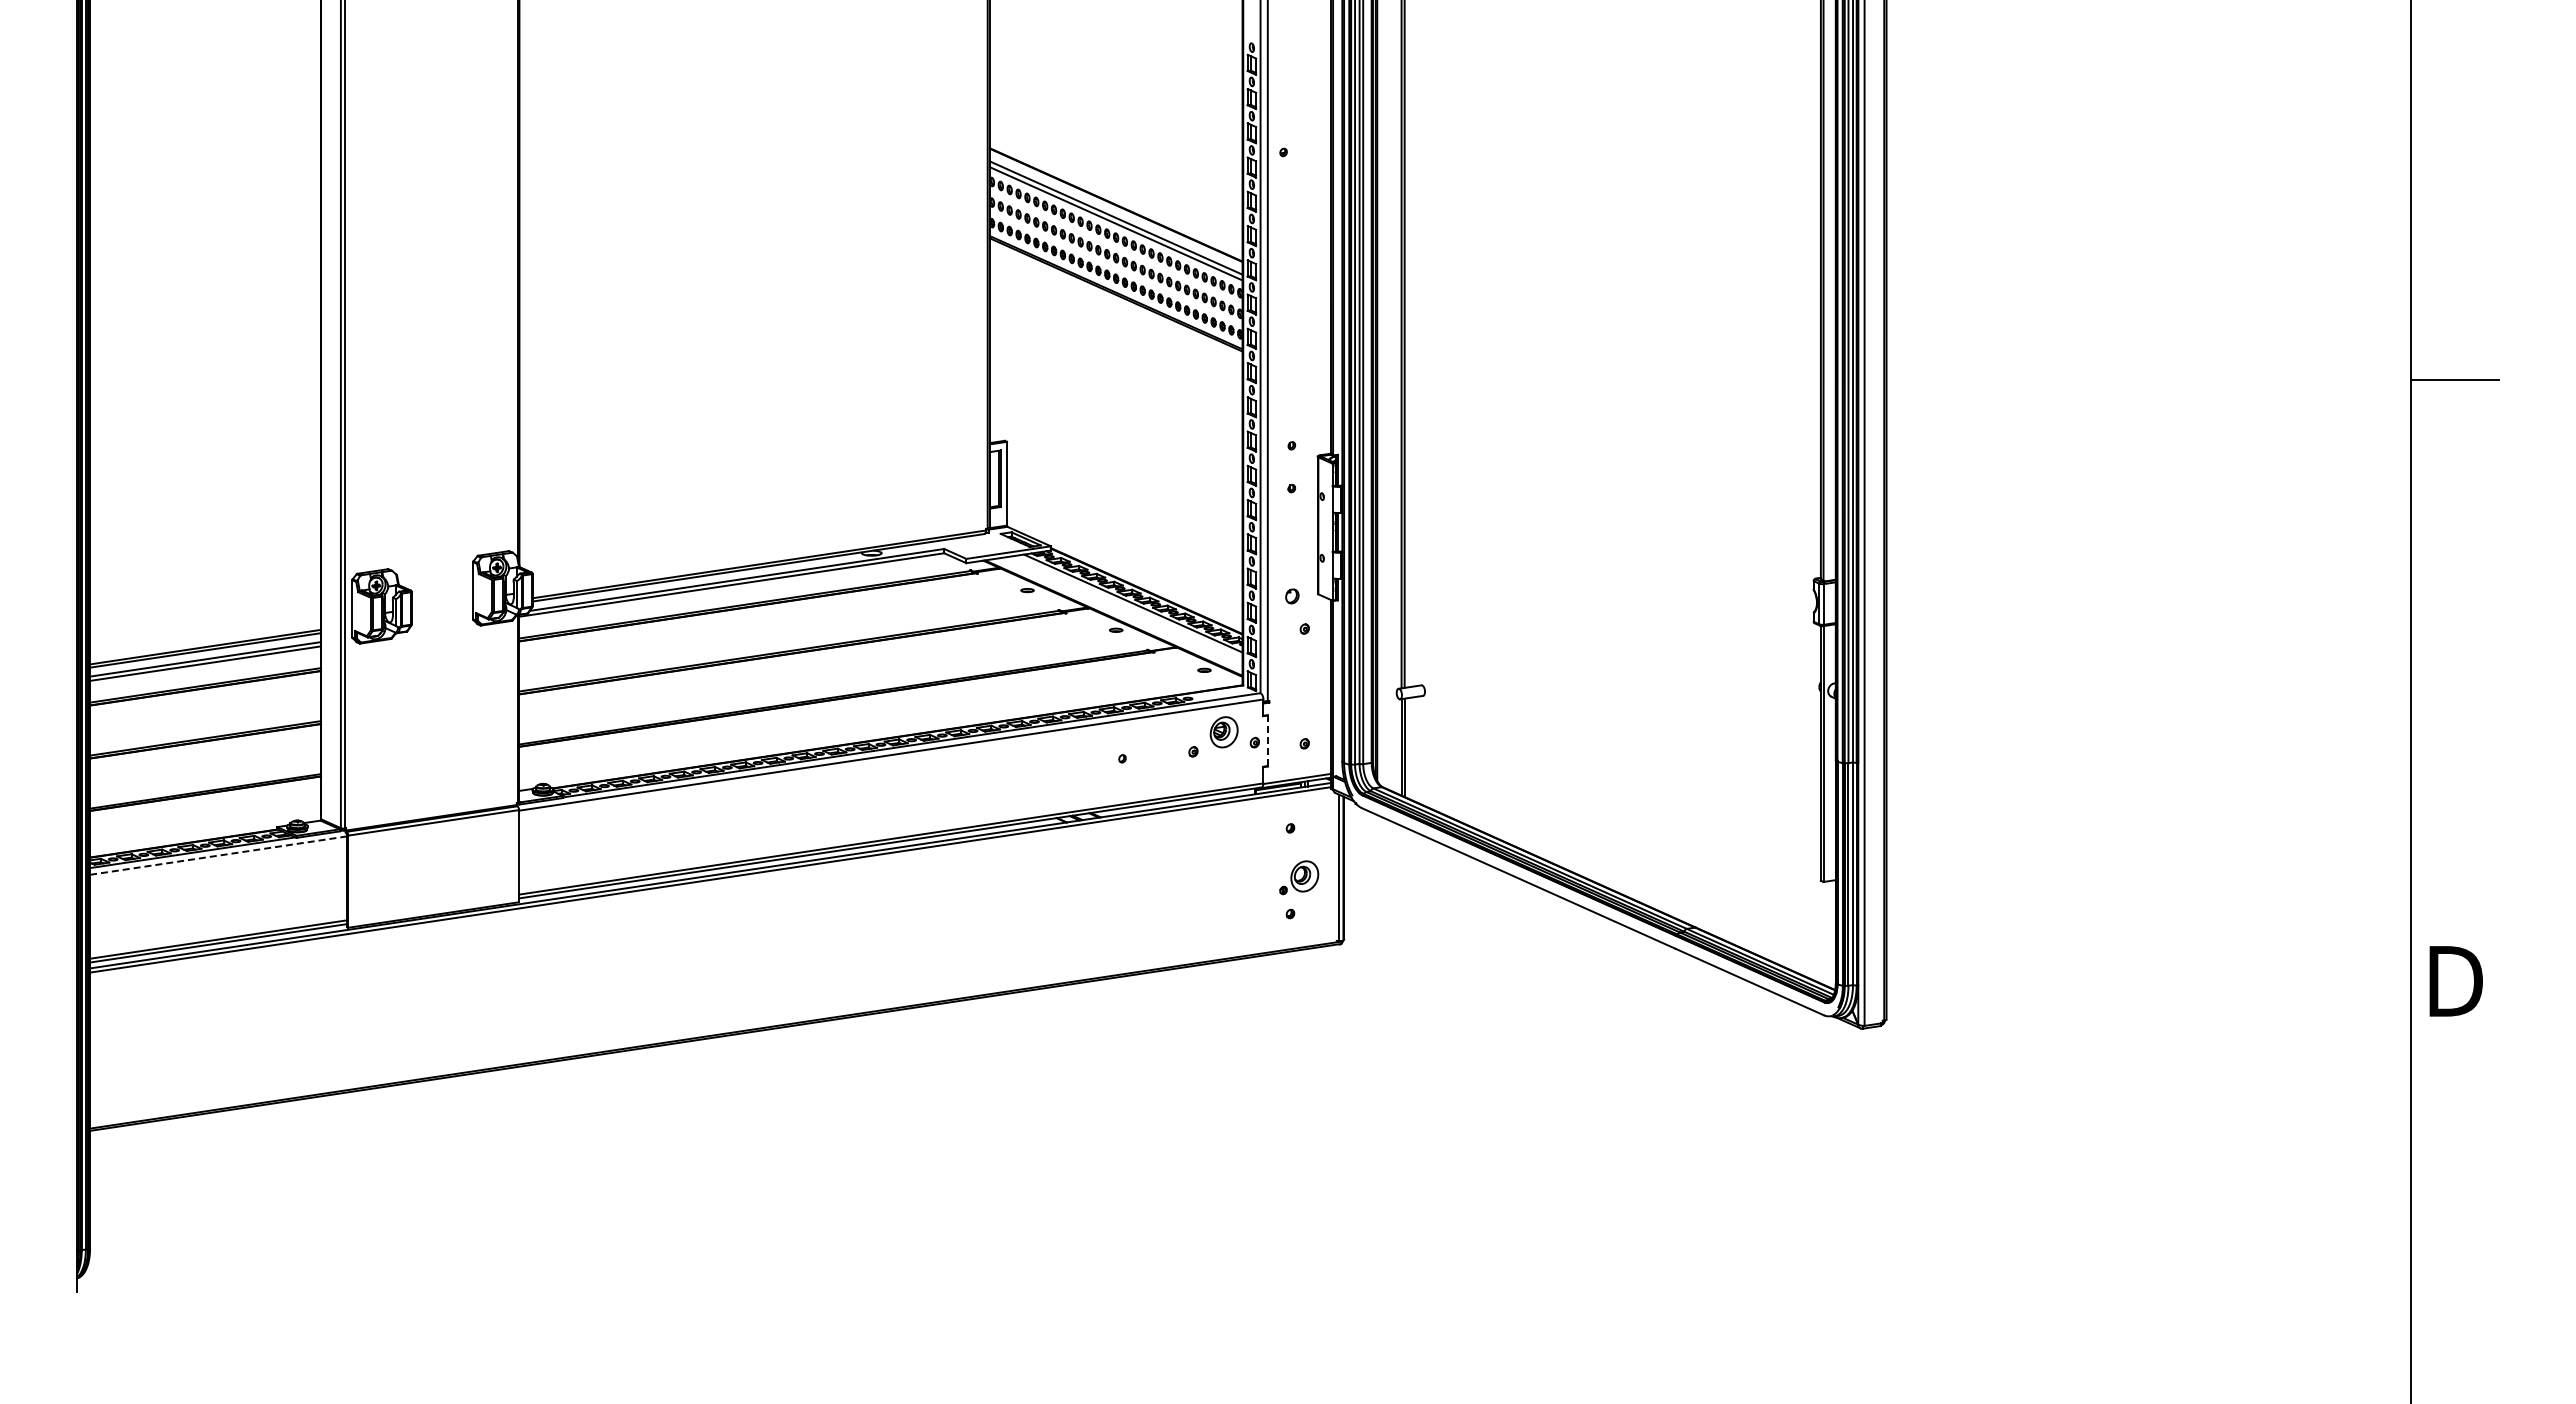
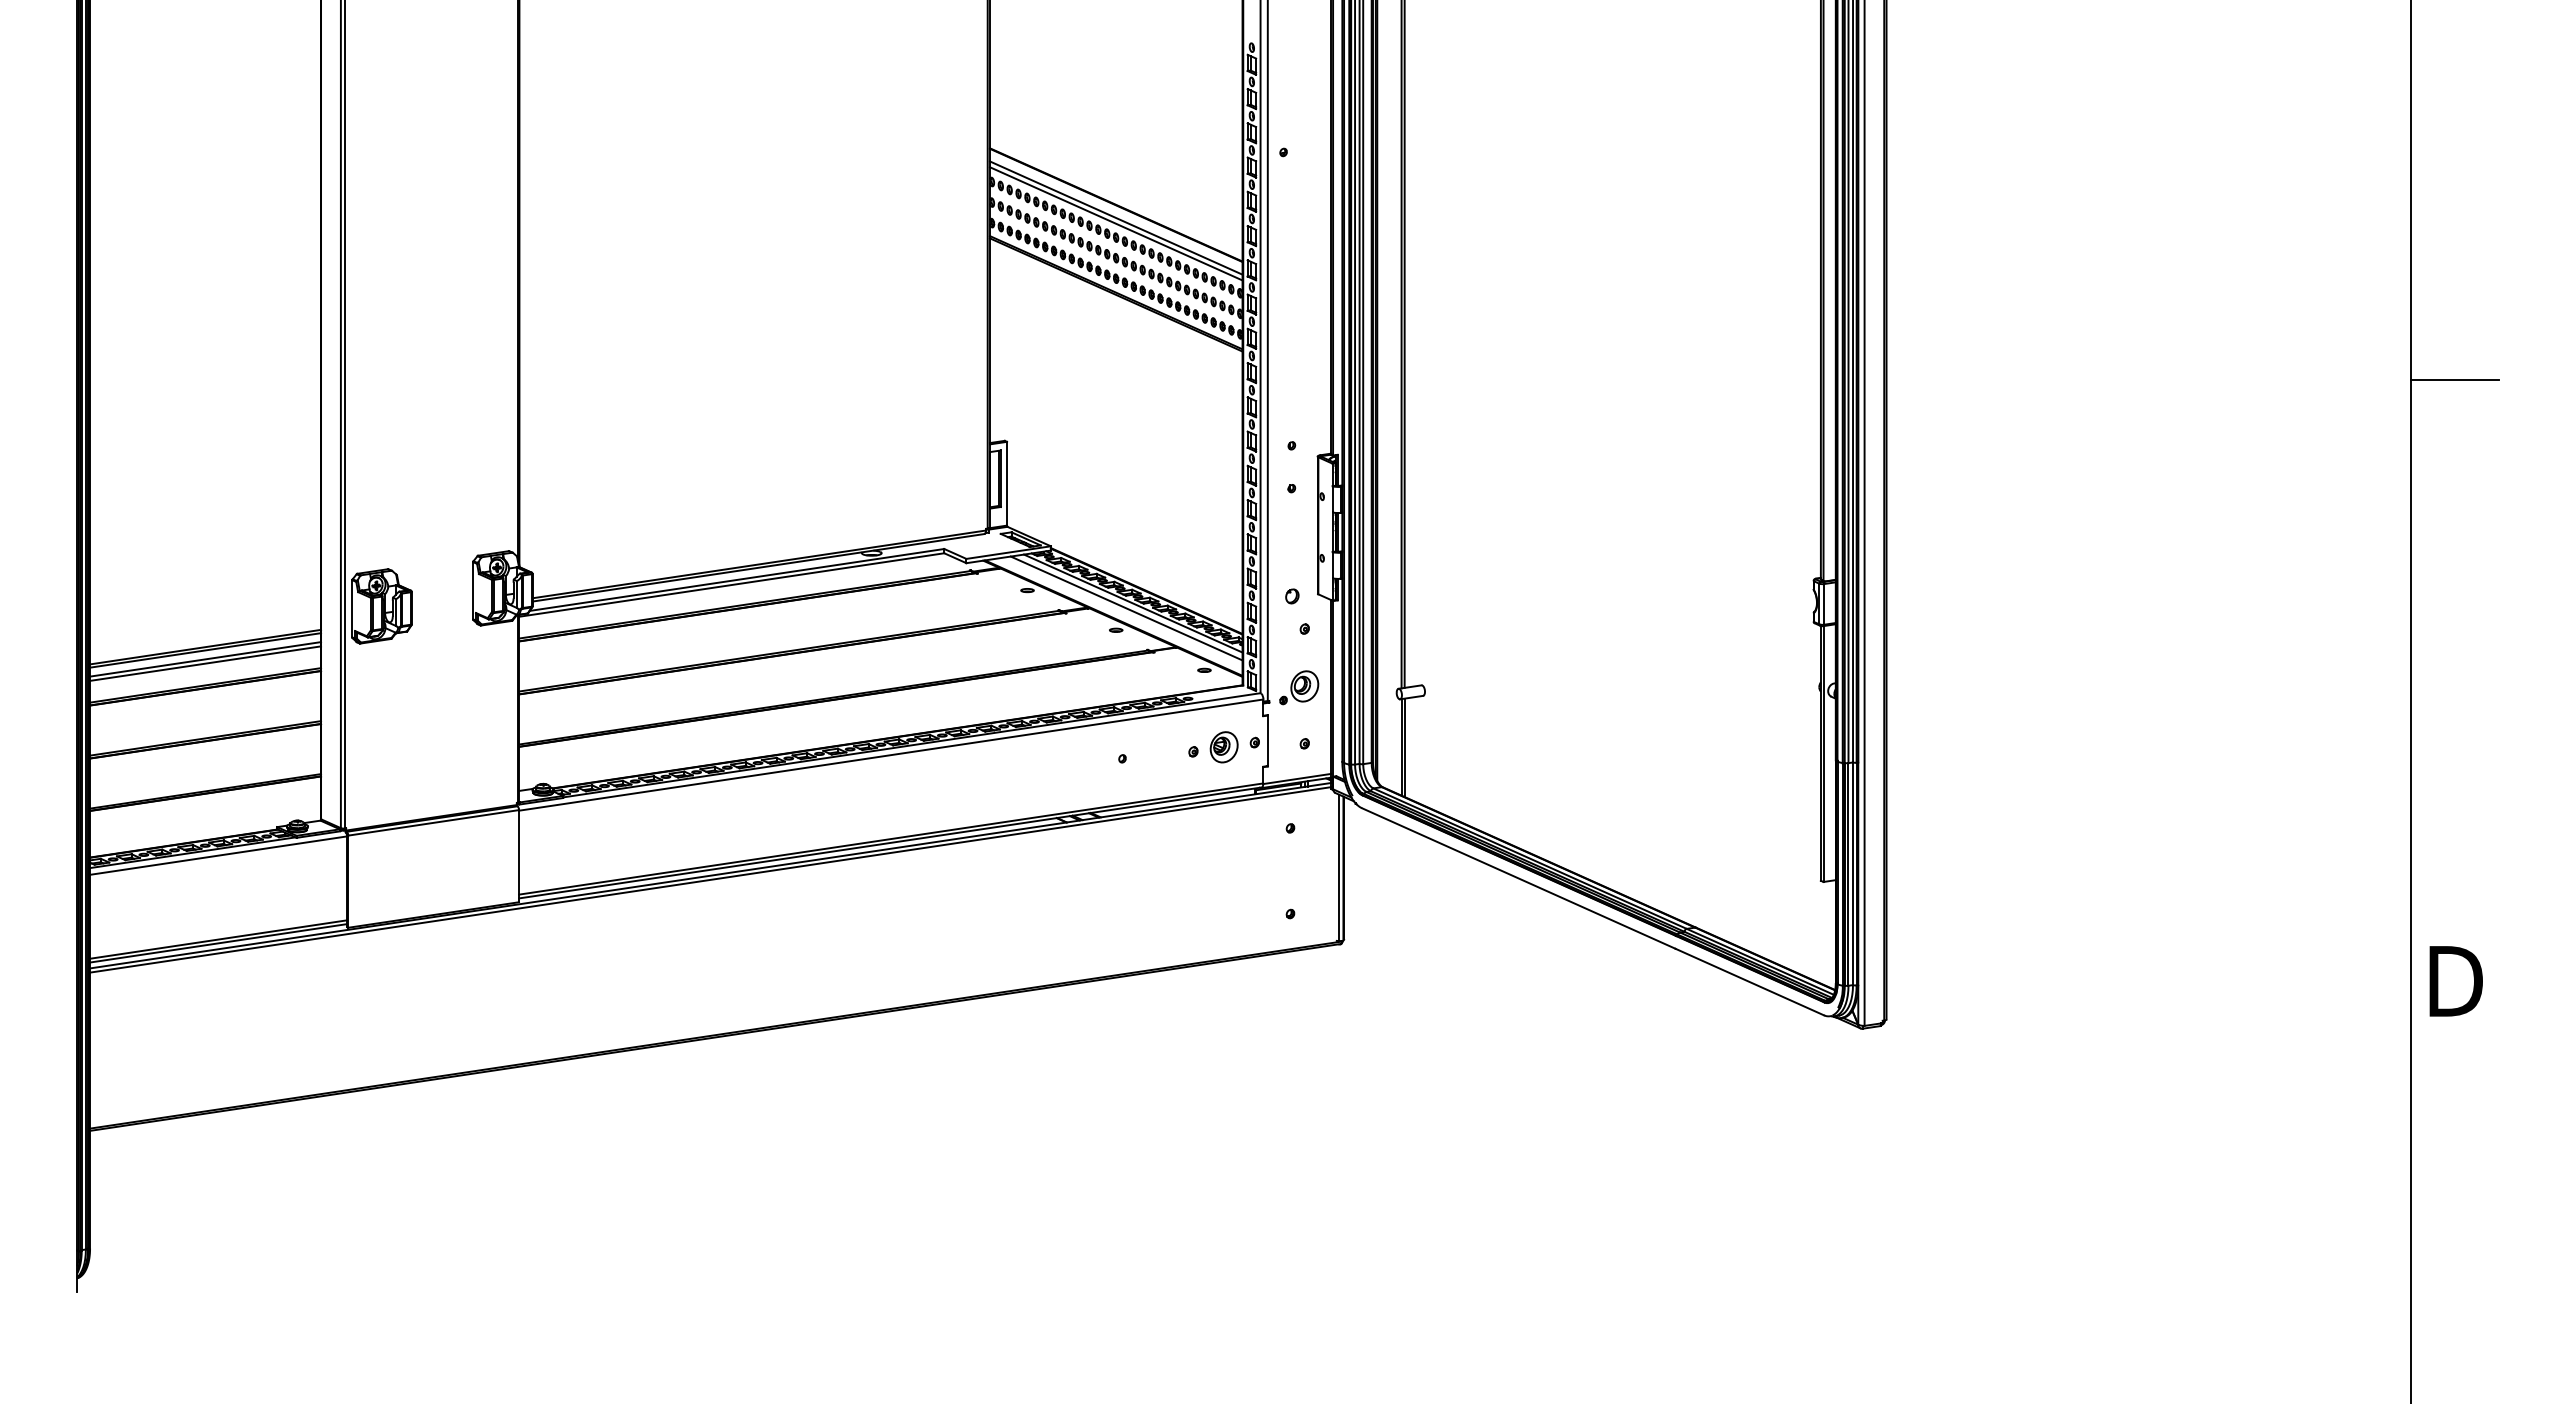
line at (1126, 608): none -> present
part at (1223, 732) position: (1223, 732) -> (1223, 747)
line at (1267, 740): dashed -> solid
line at (219, 855): dashed -> solid
part at (1299, 877) position: (1299, 877) -> (1299, 687)
